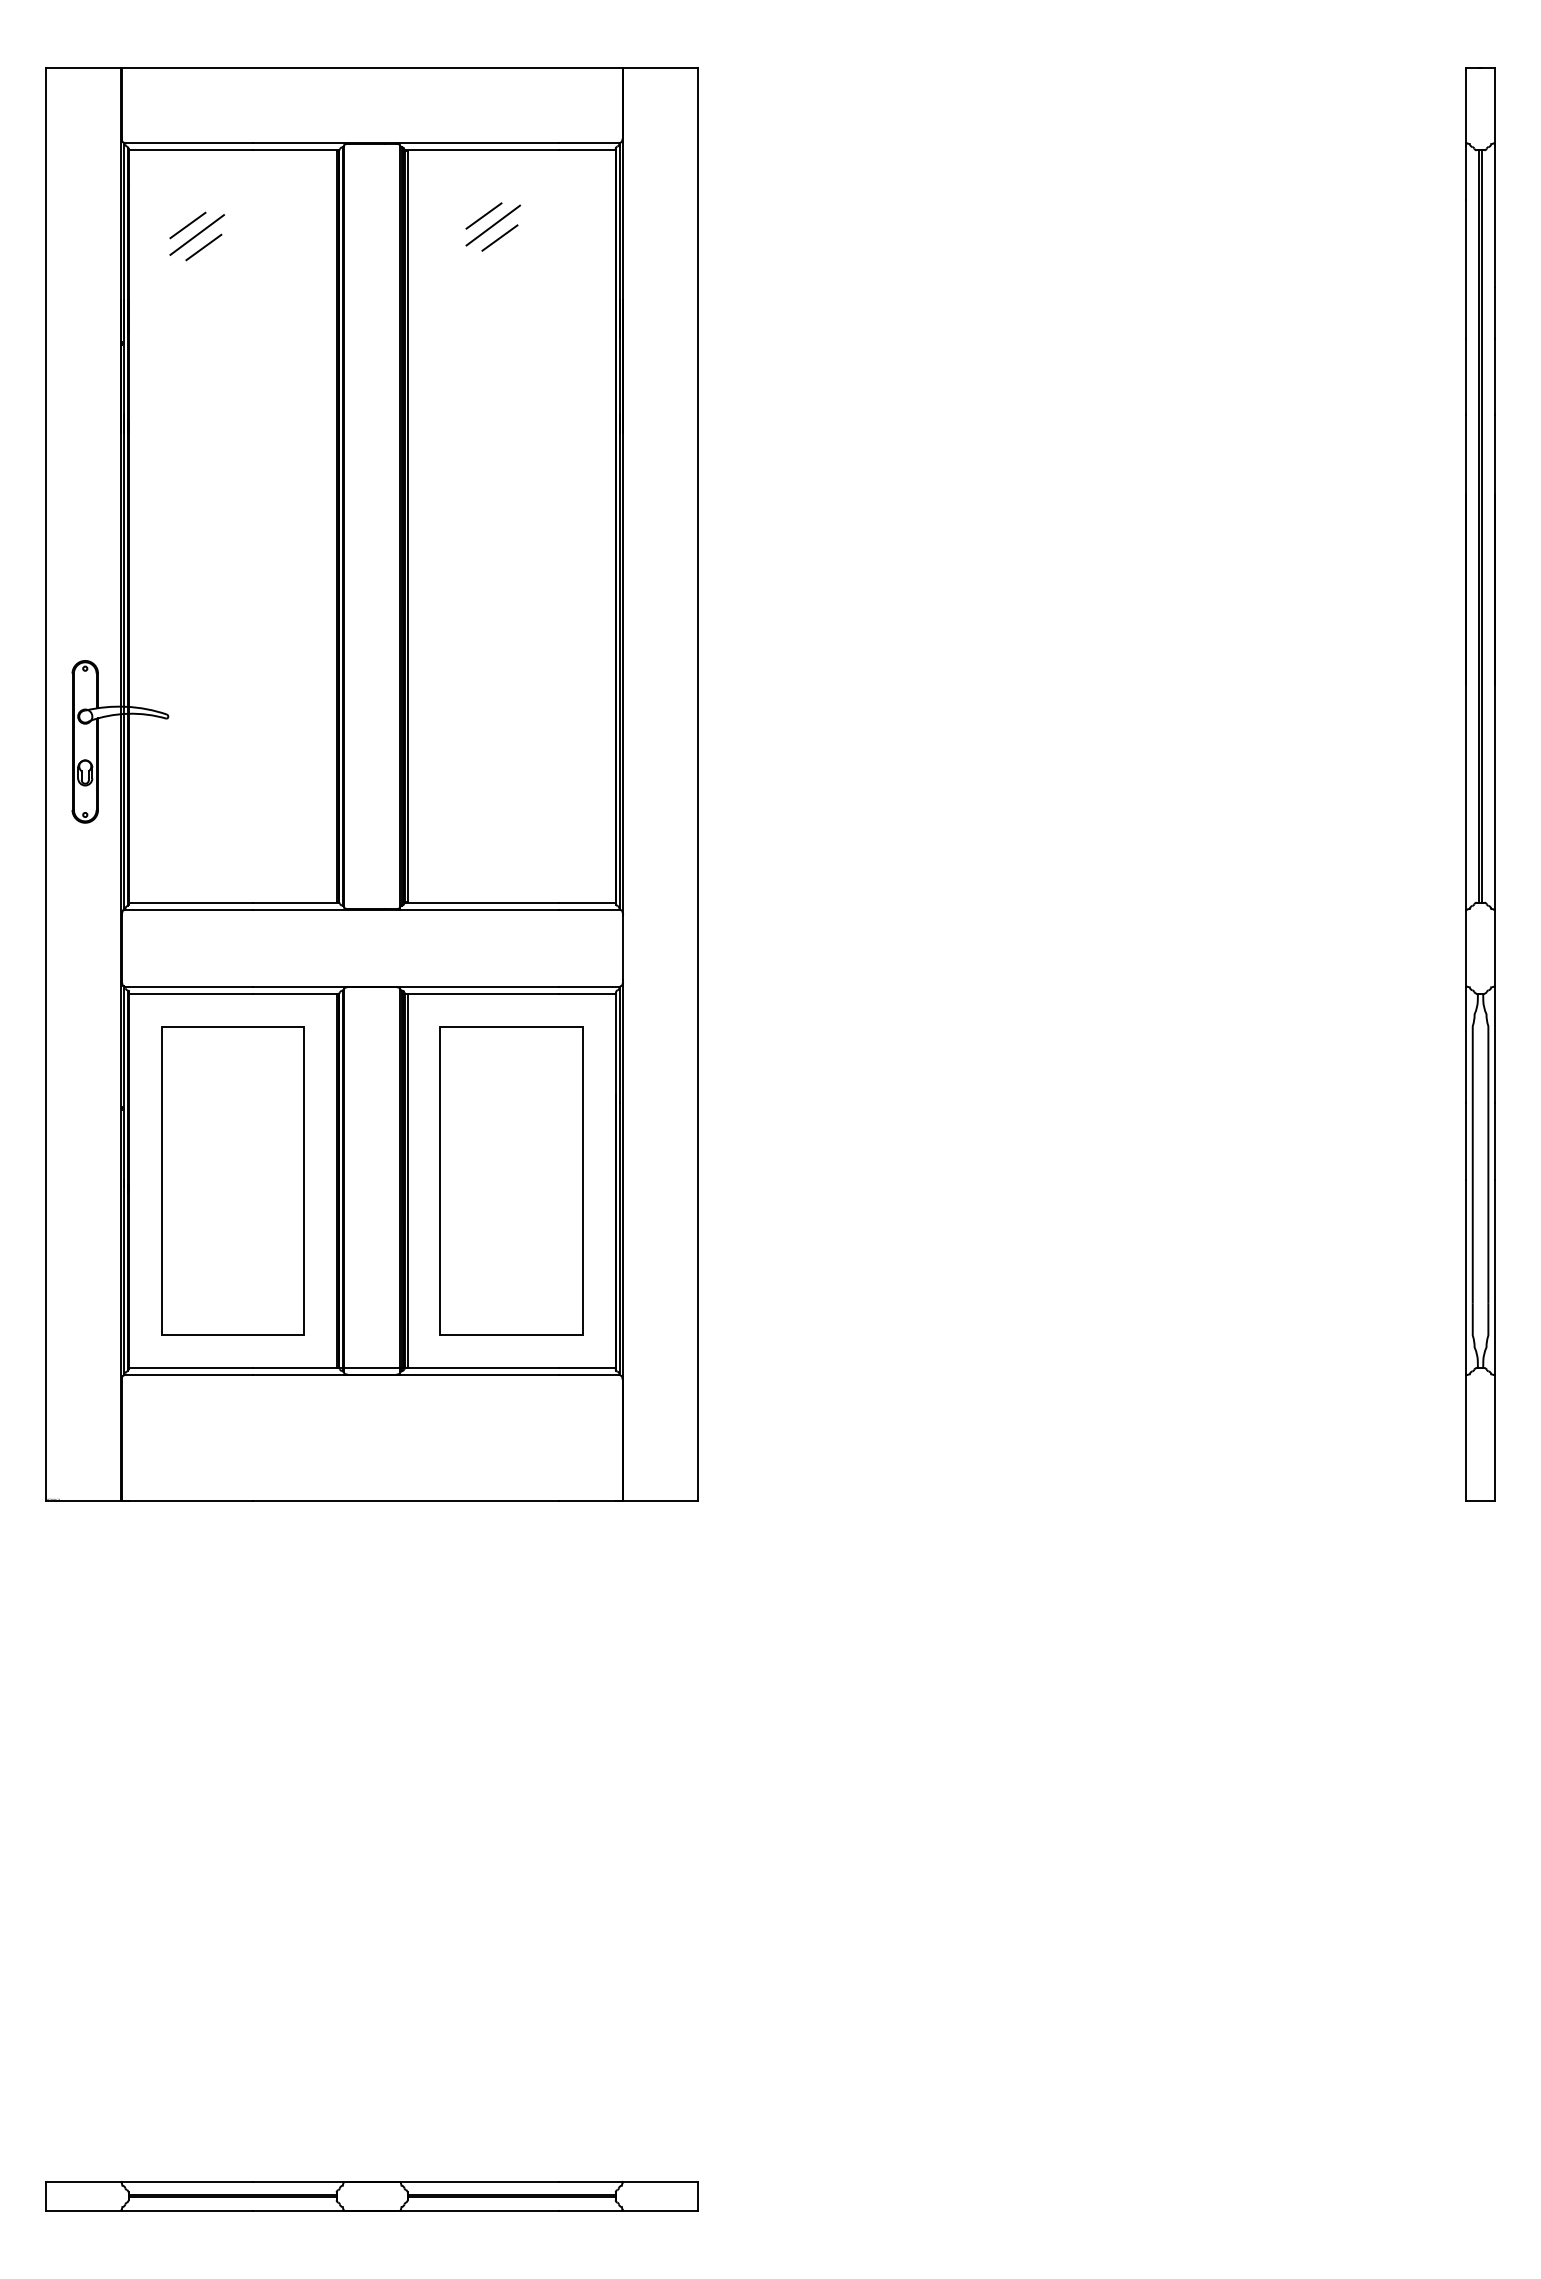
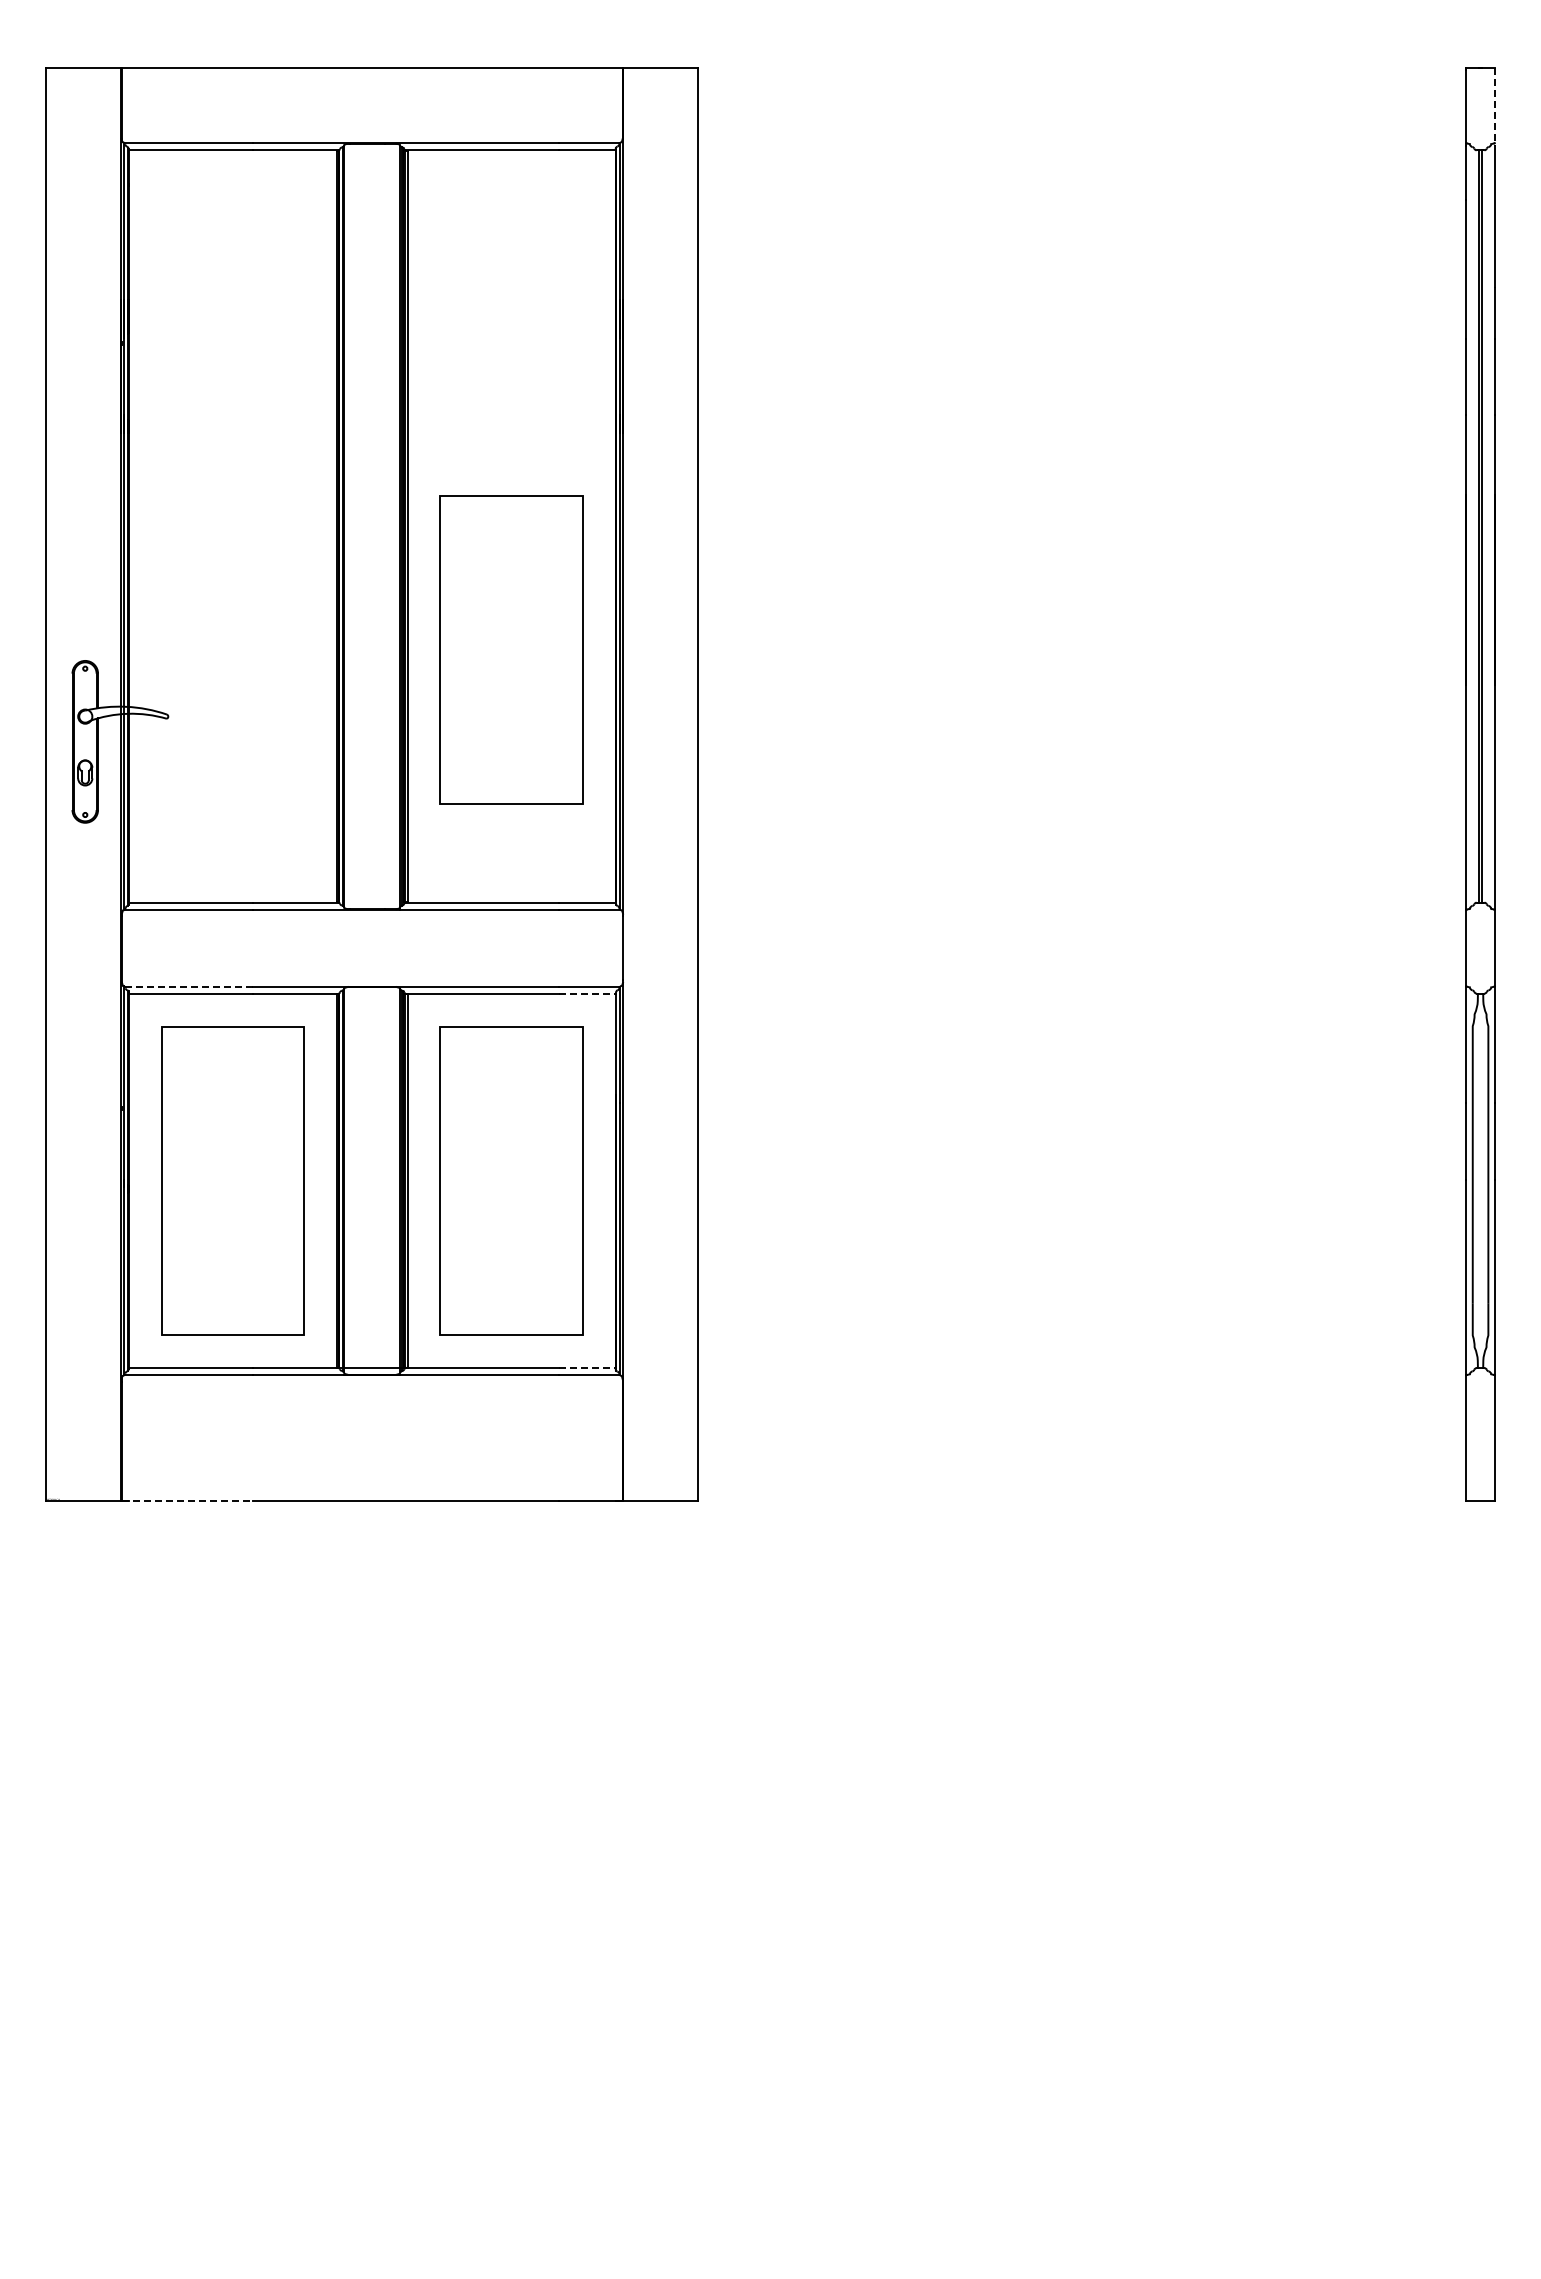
line at (1494, 107): solid -> dashed
line at (483, 215): present -> none
line at (187, 225): present -> none
line at (492, 225): present -> none
line at (196, 234): present -> none
line at (499, 237): present -> none
line at (203, 247): present -> none
part at (511, 649): none -> present
line at (188, 986): solid -> dashed
line at (588, 993): solid -> dashed
line at (588, 1368): solid -> dashed
line at (187, 1500): solid -> dashed
part at (371, 2196): present -> none
